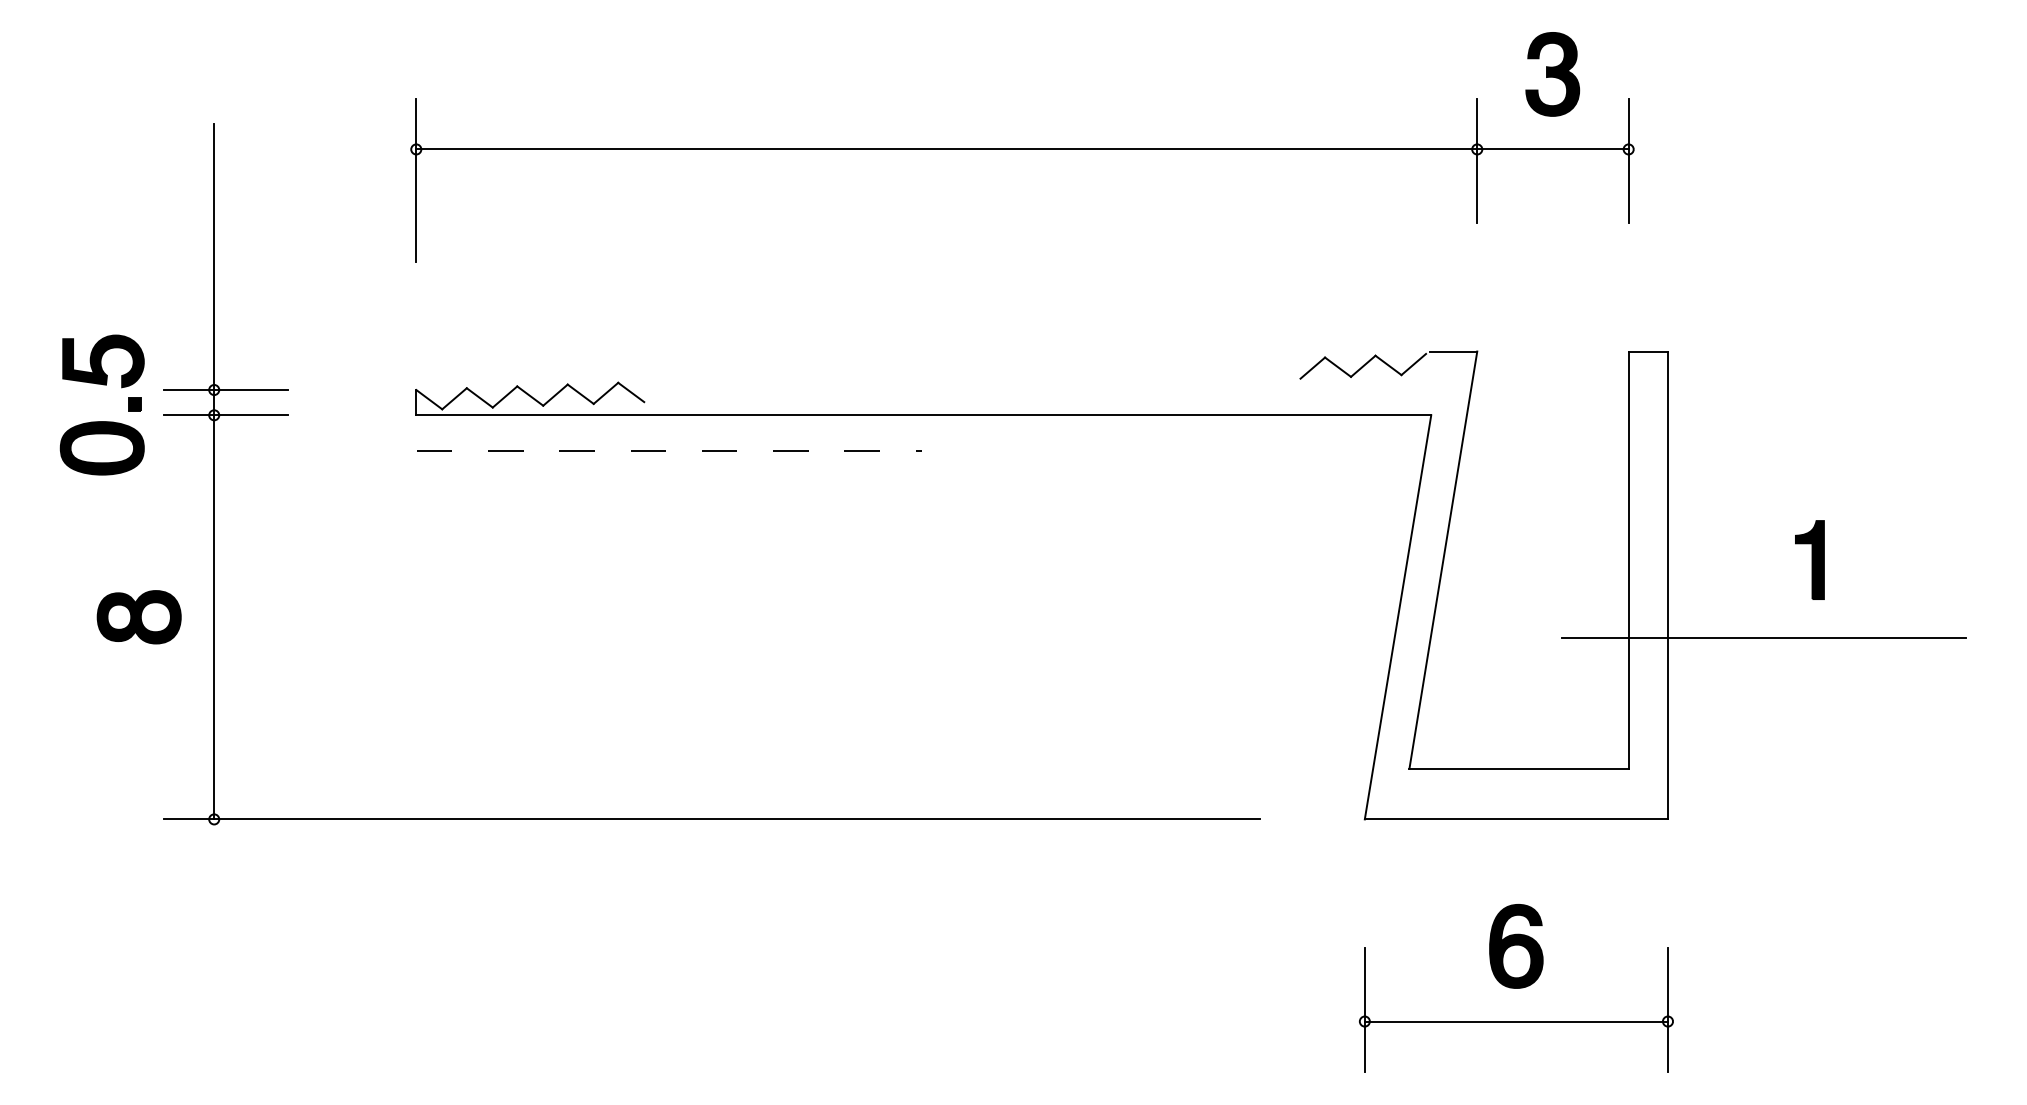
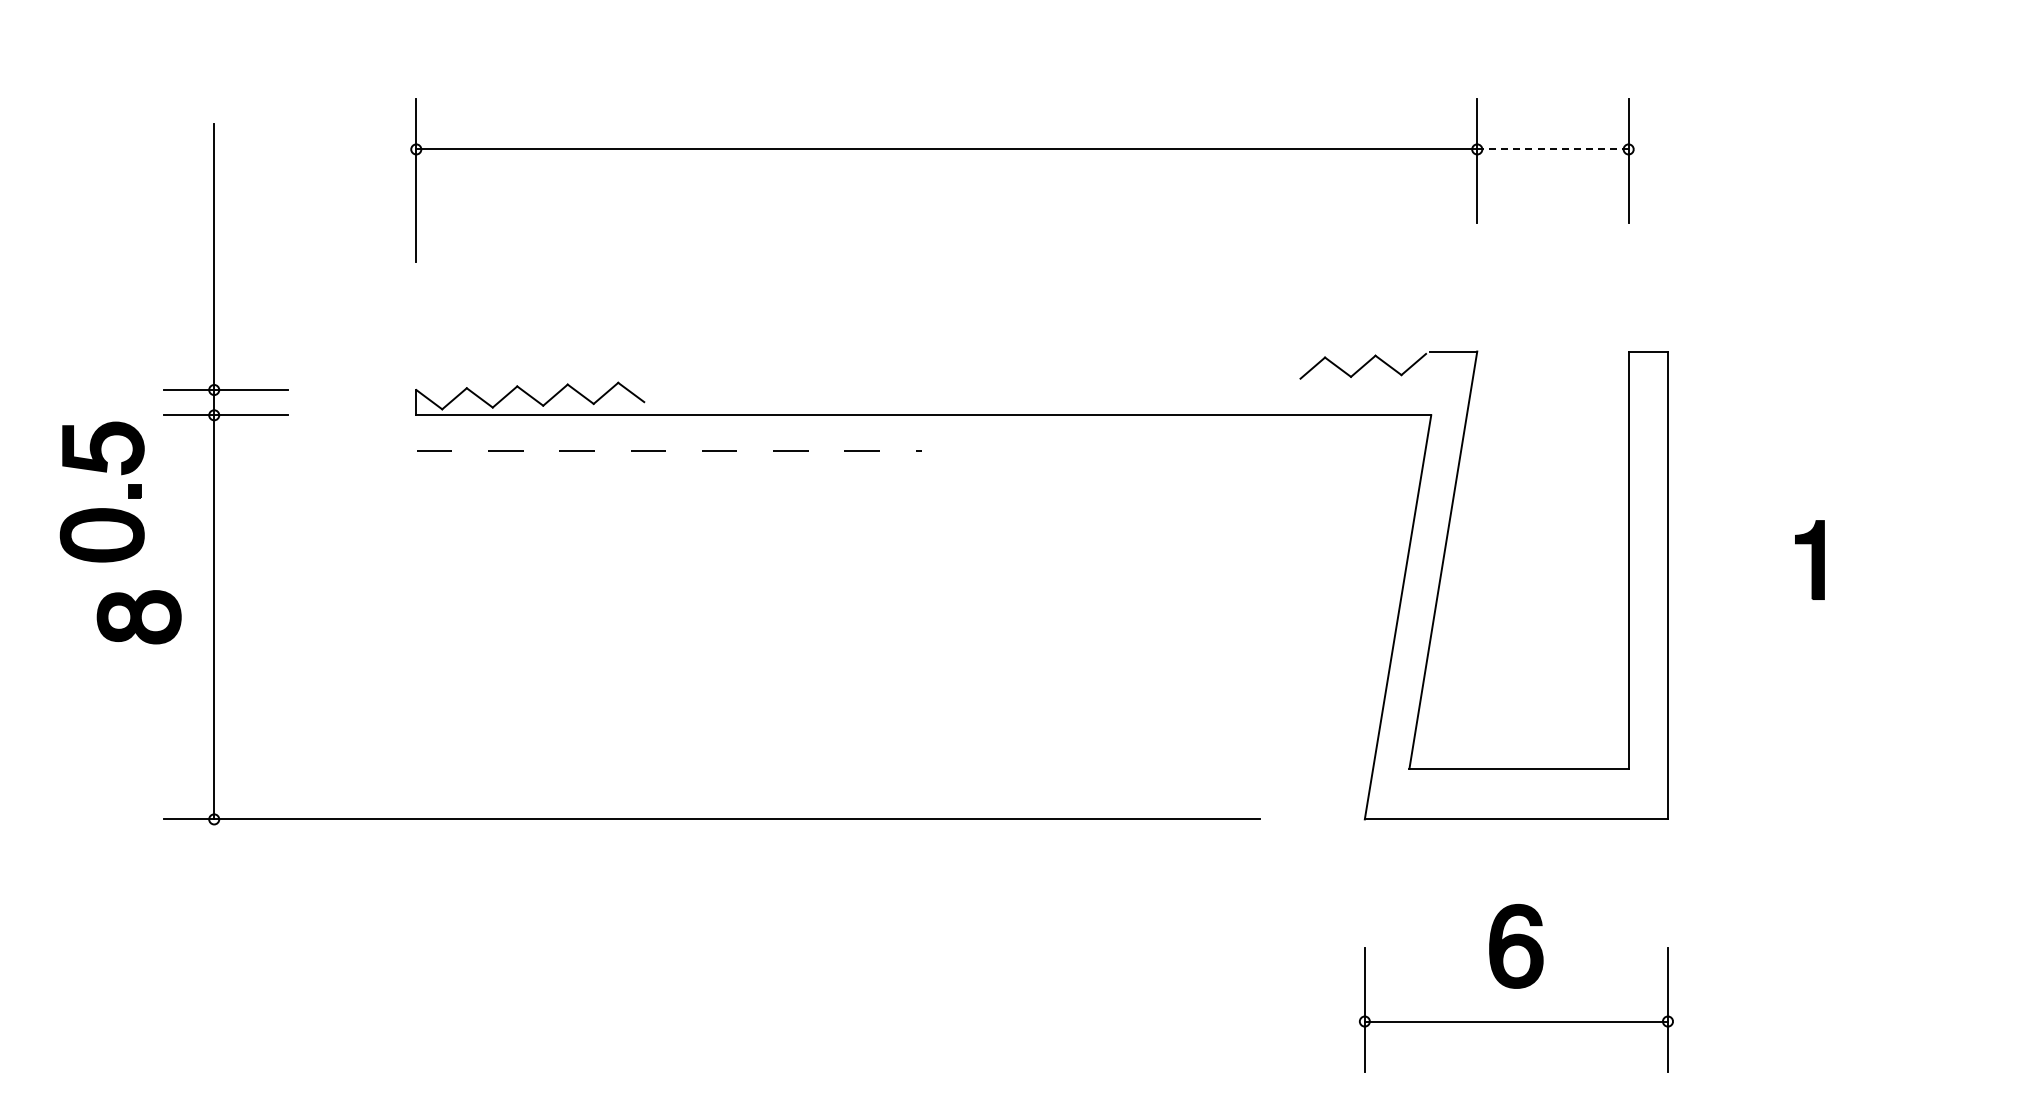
part at (1552, 74): present -> none
line at (1552, 149): solid -> dashed
part at (101, 421) position: (101, 421) -> (101, 508)
line at (1764, 637): present -> none
